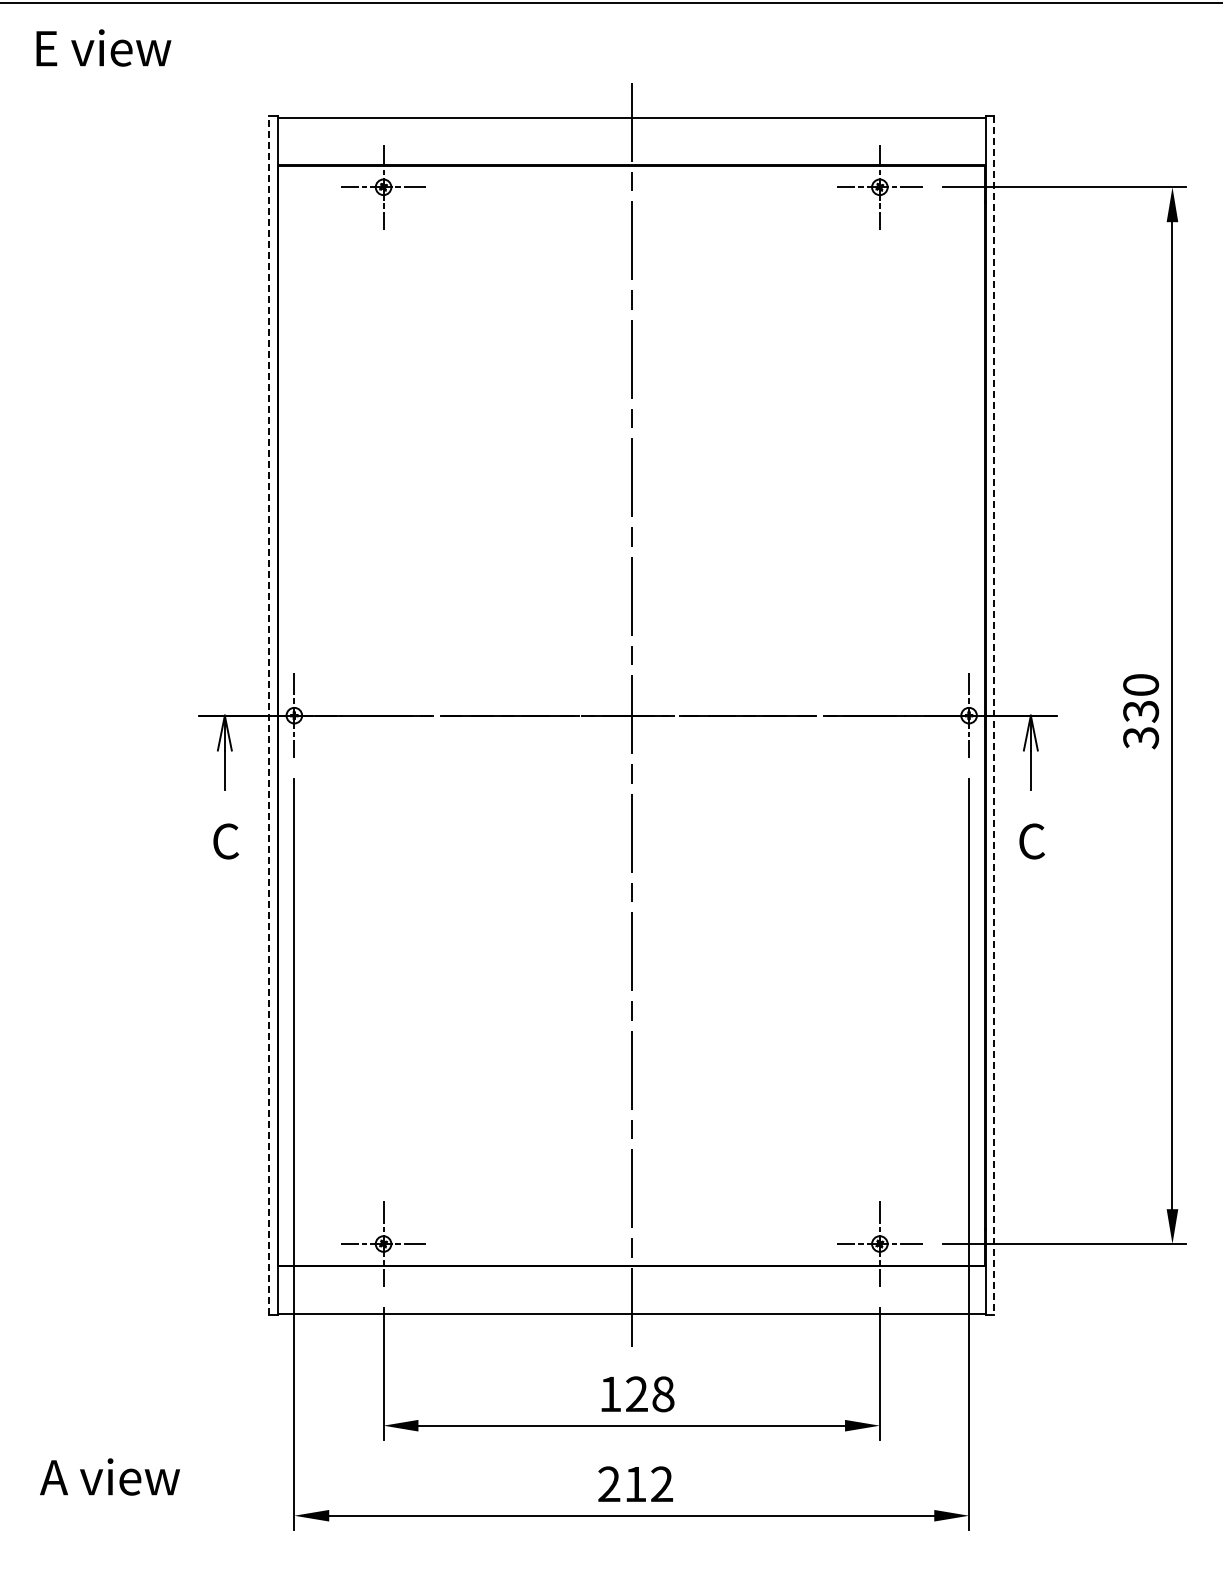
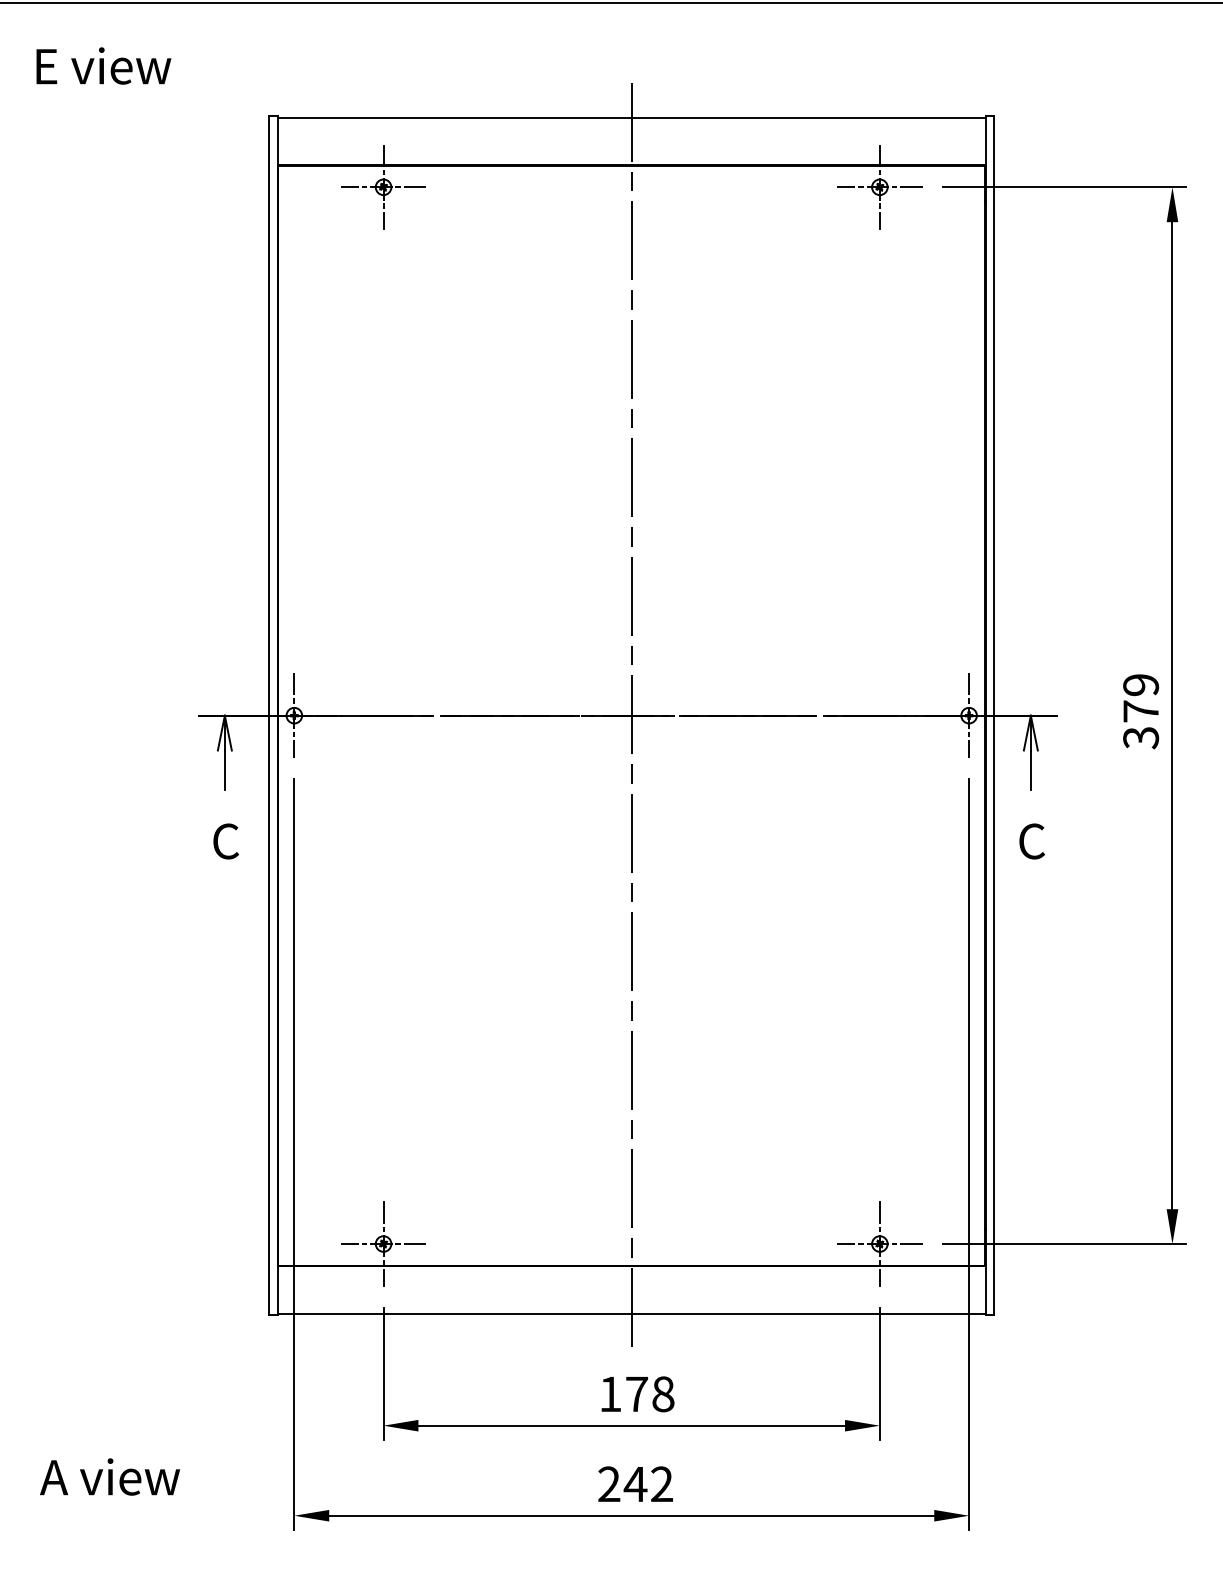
text at (103, 47) position: (103, 47) -> (103, 65)
text at (1141, 698): 330 -> 379
line at (269, 715): dashed -> solid
line at (994, 716): dashed -> solid
text at (637, 1393): 128 -> 178
text at (635, 1484): 212 -> 242
